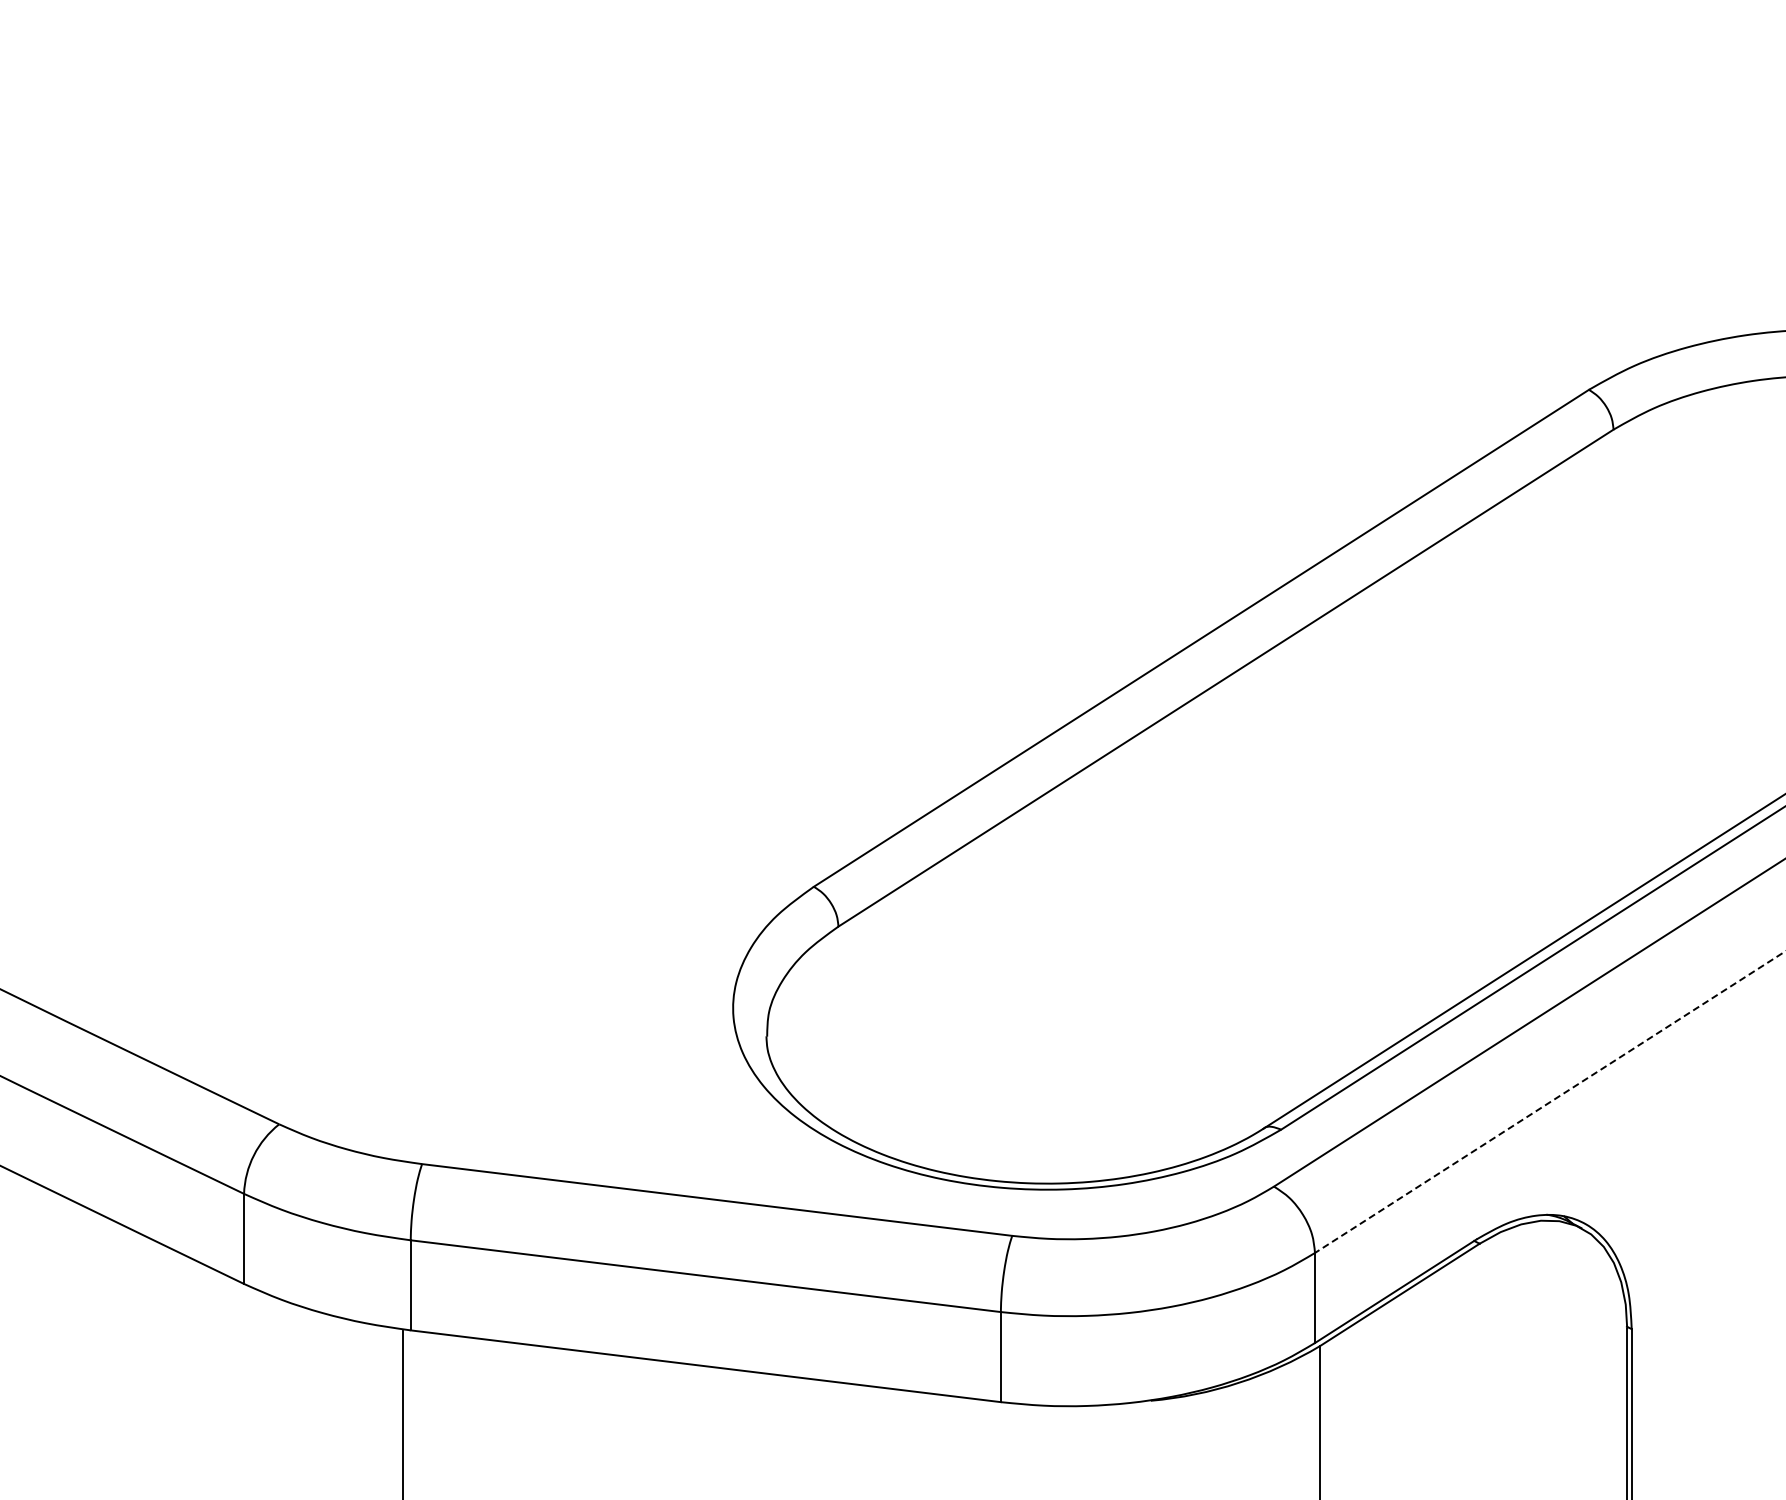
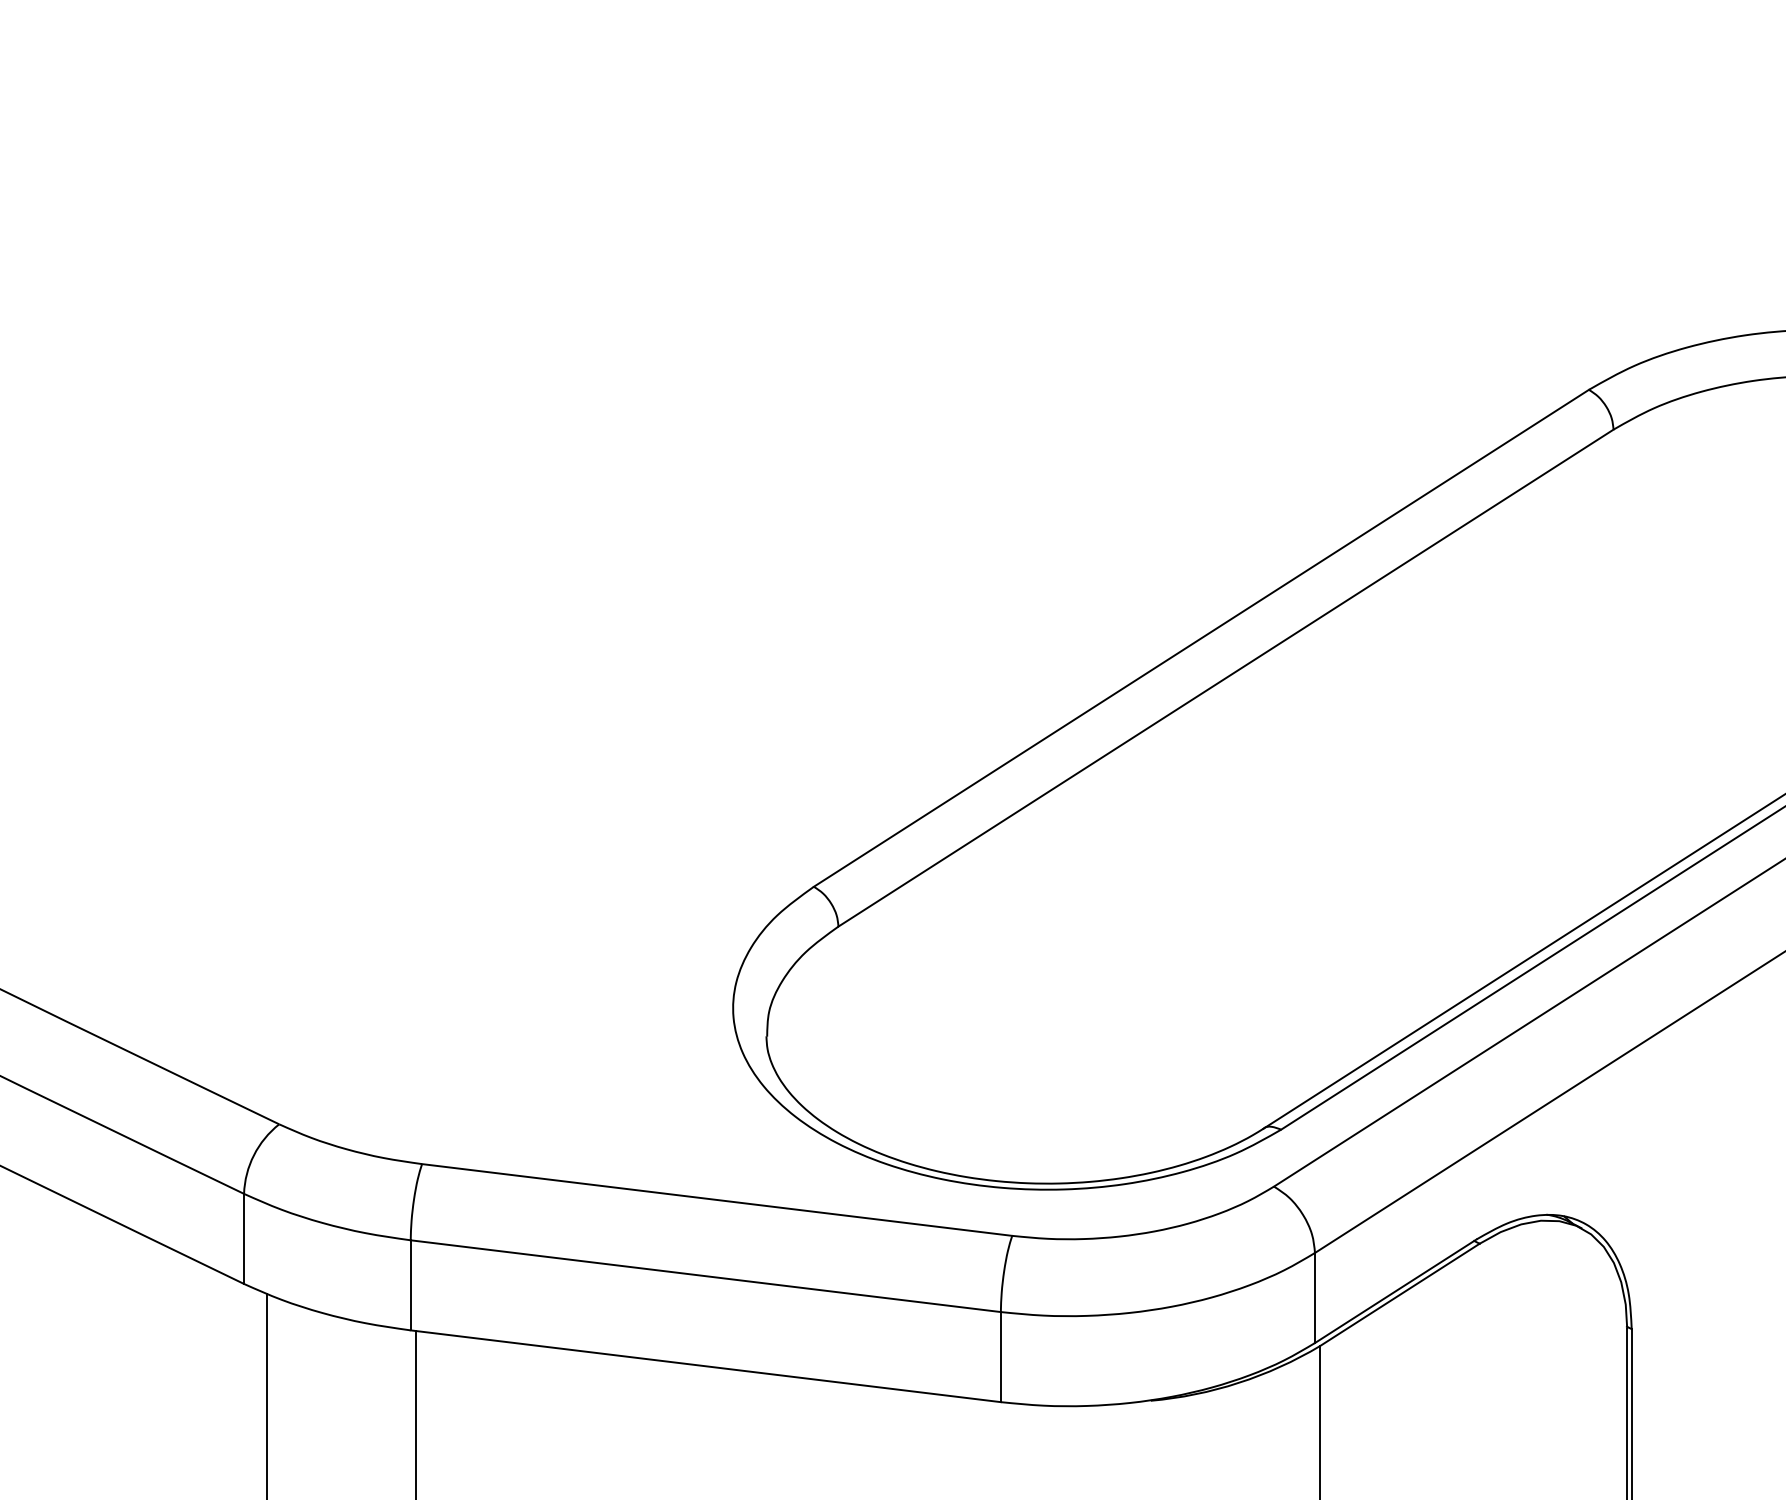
line at (1549, 1102): dashed -> solid
line at (266, 1394): none -> present
line at (402, 1413) position: (402, 1413) -> (415, 1413)
